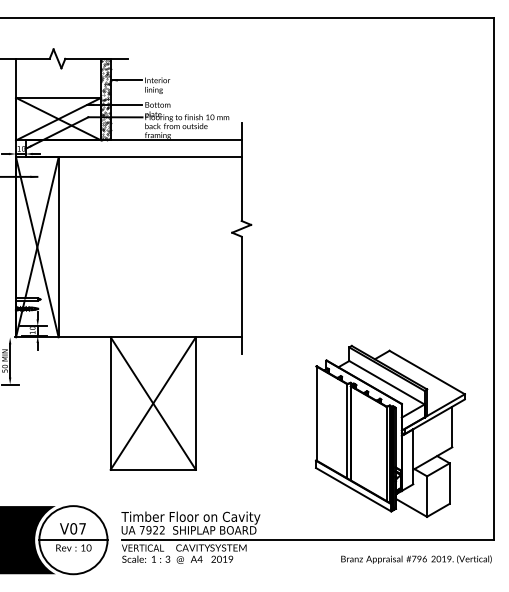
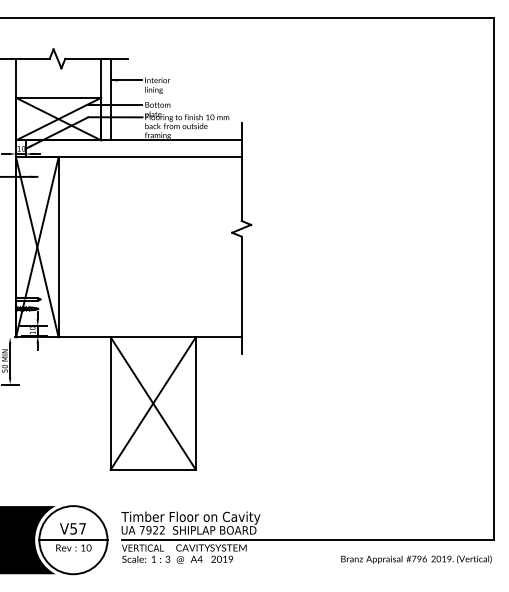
hatch at (105, 99): present -> none
part at (390, 430): present -> none
text at (73, 528): V07 -> V57
